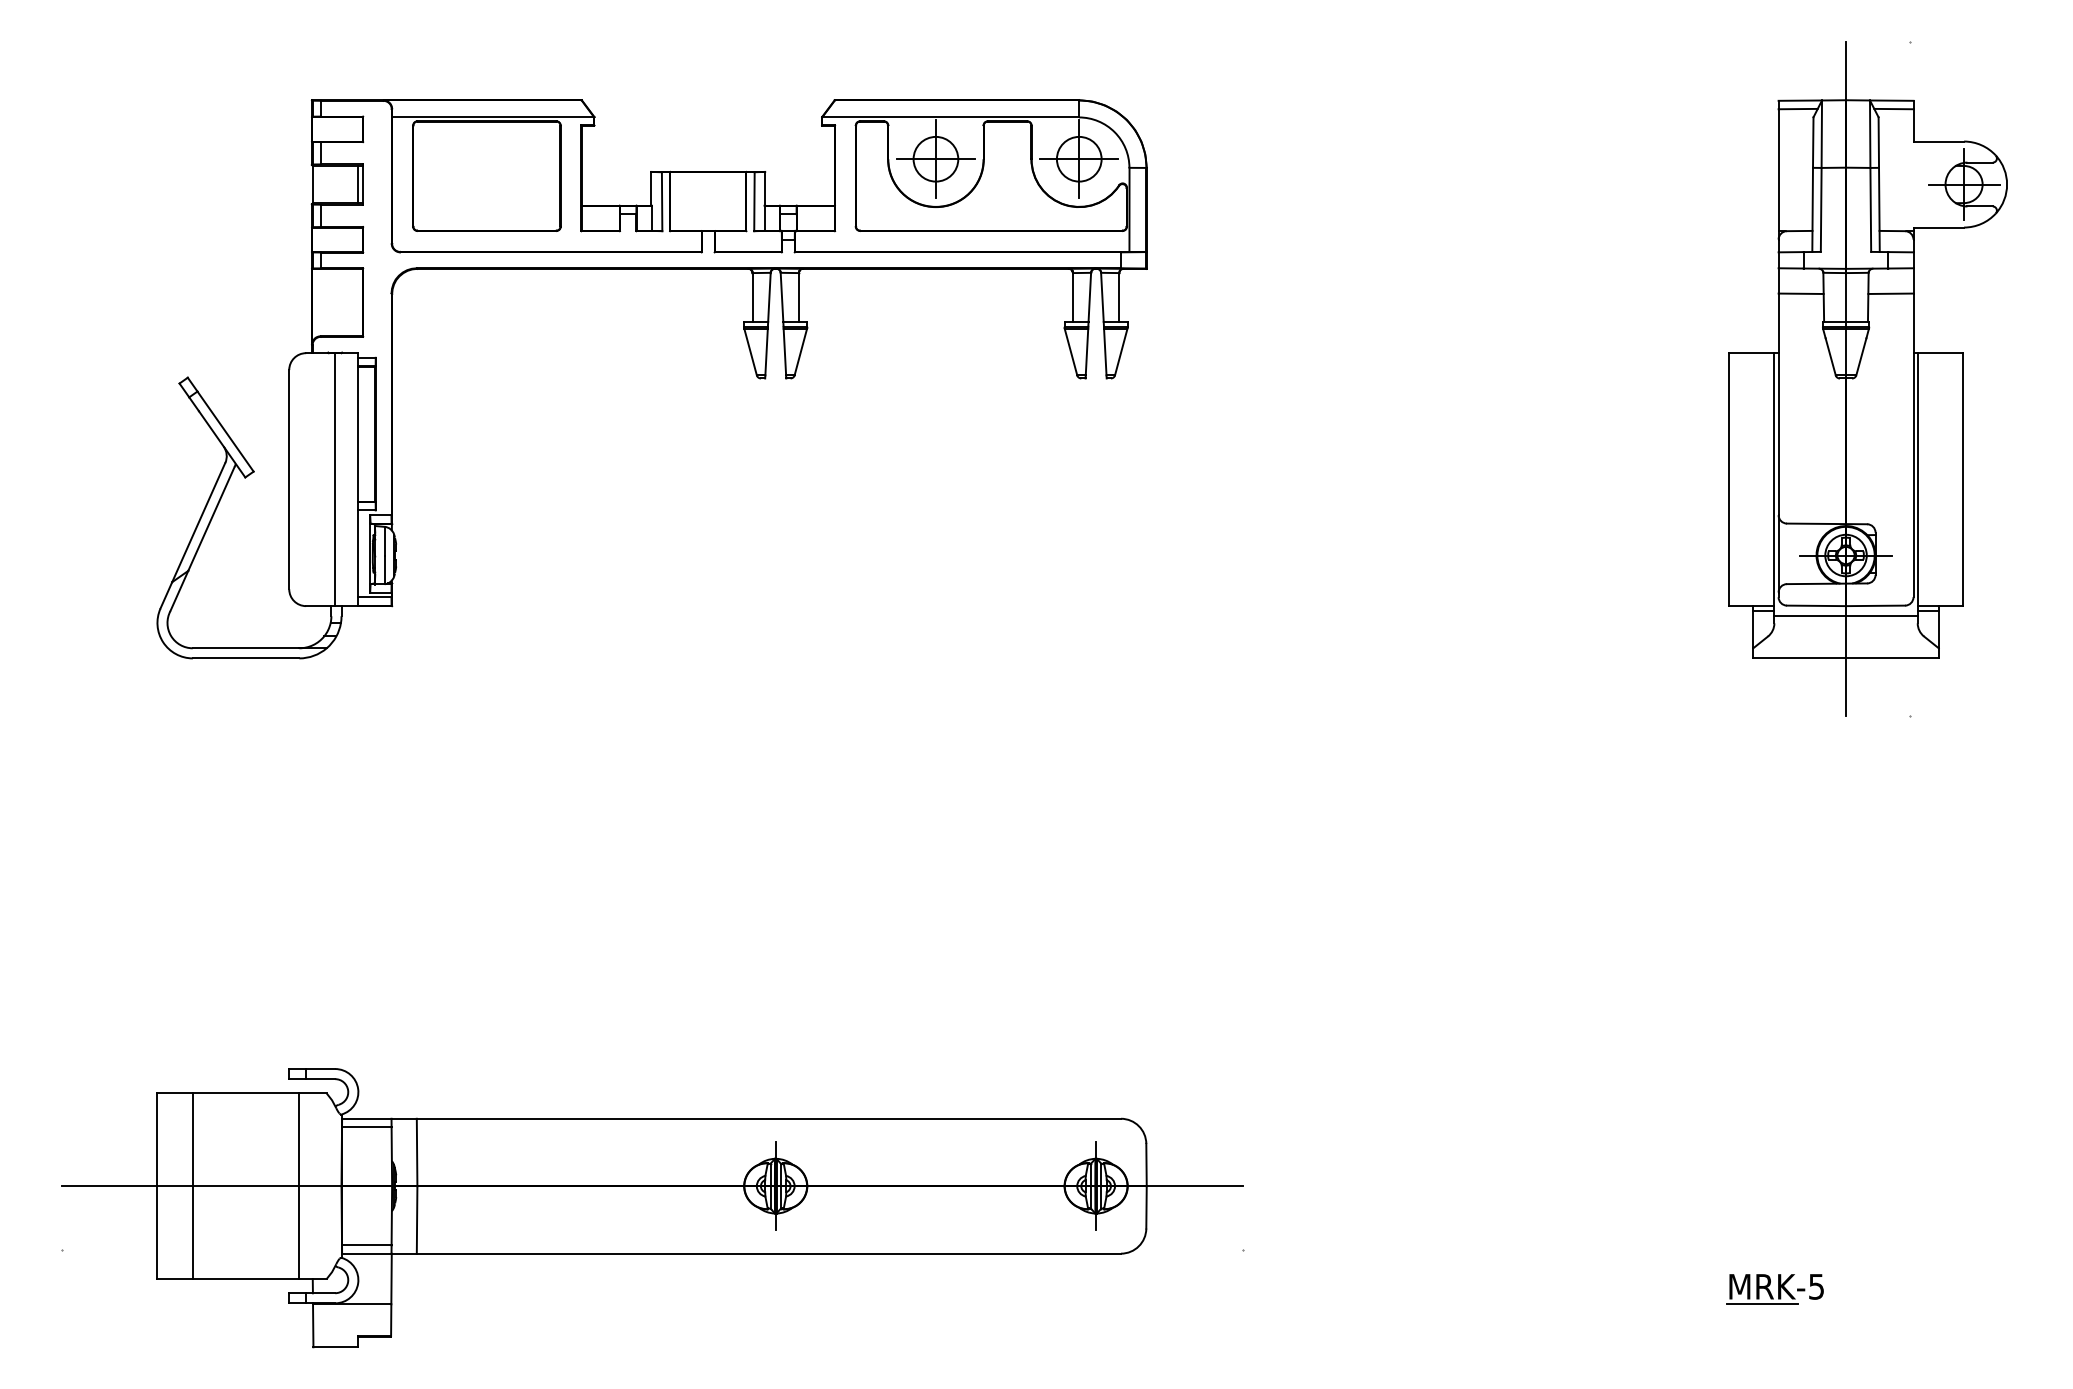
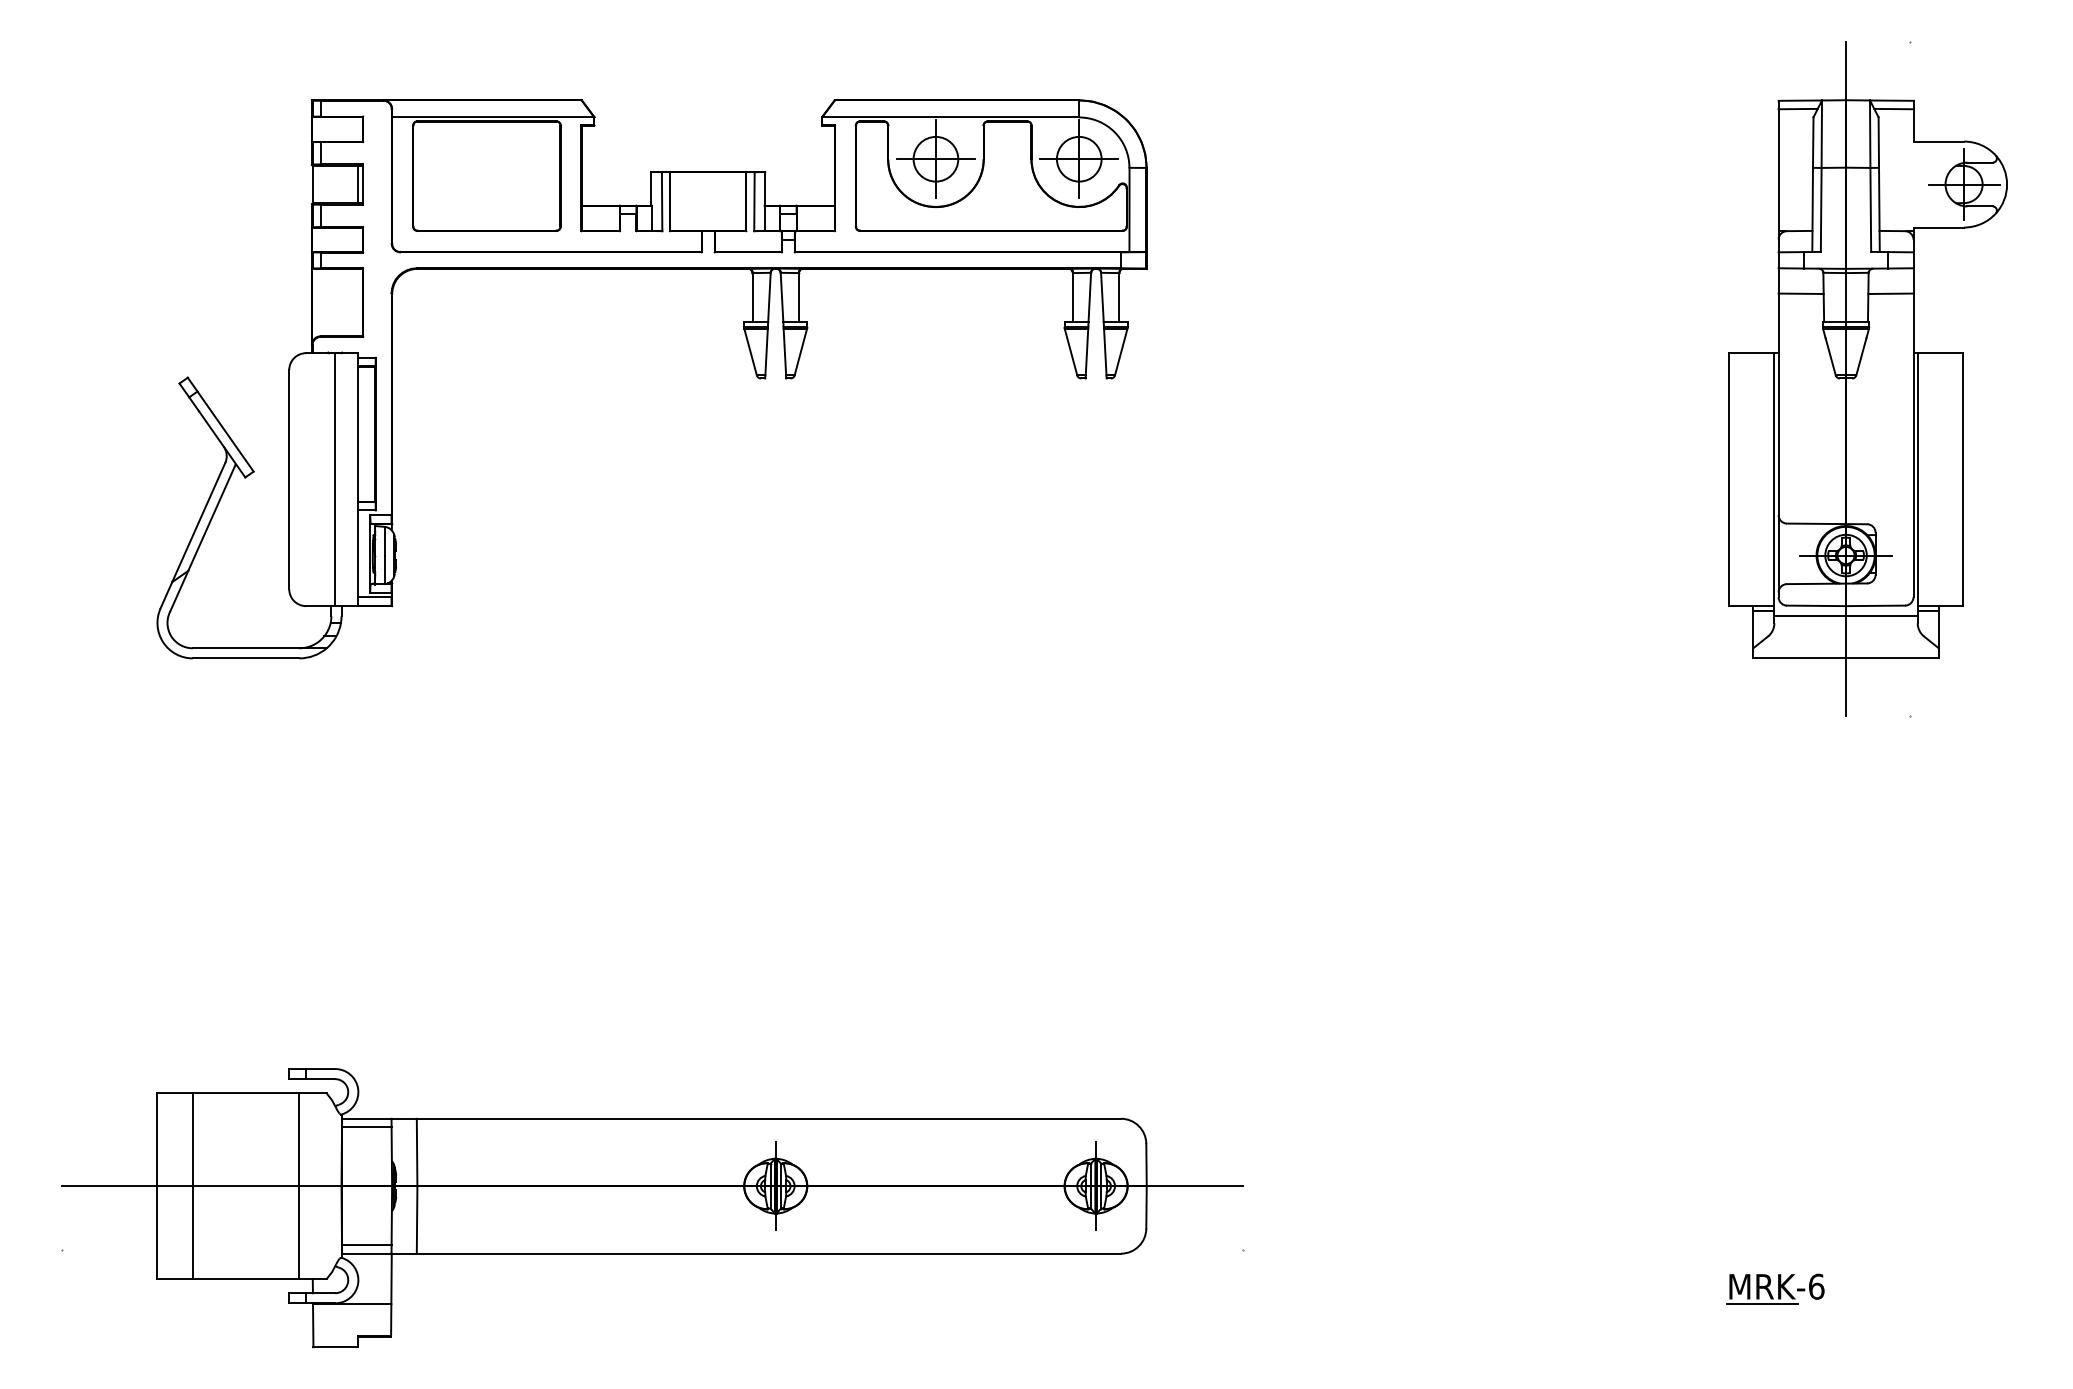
text at (1816, 1286): MRK-5 -> MRK-6
